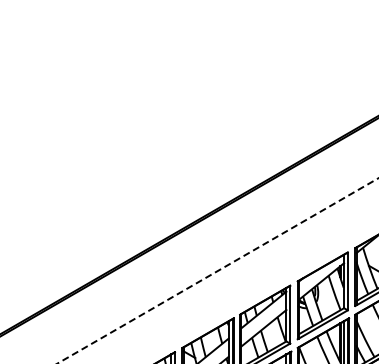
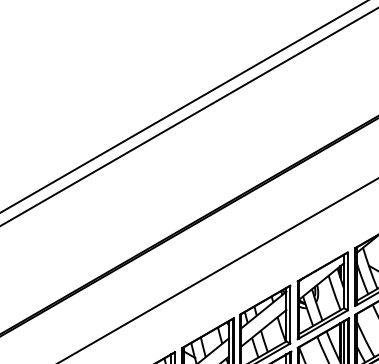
line at (183, 106): none -> present
line at (188, 117): none -> present
line at (217, 270): dashed -> solid
